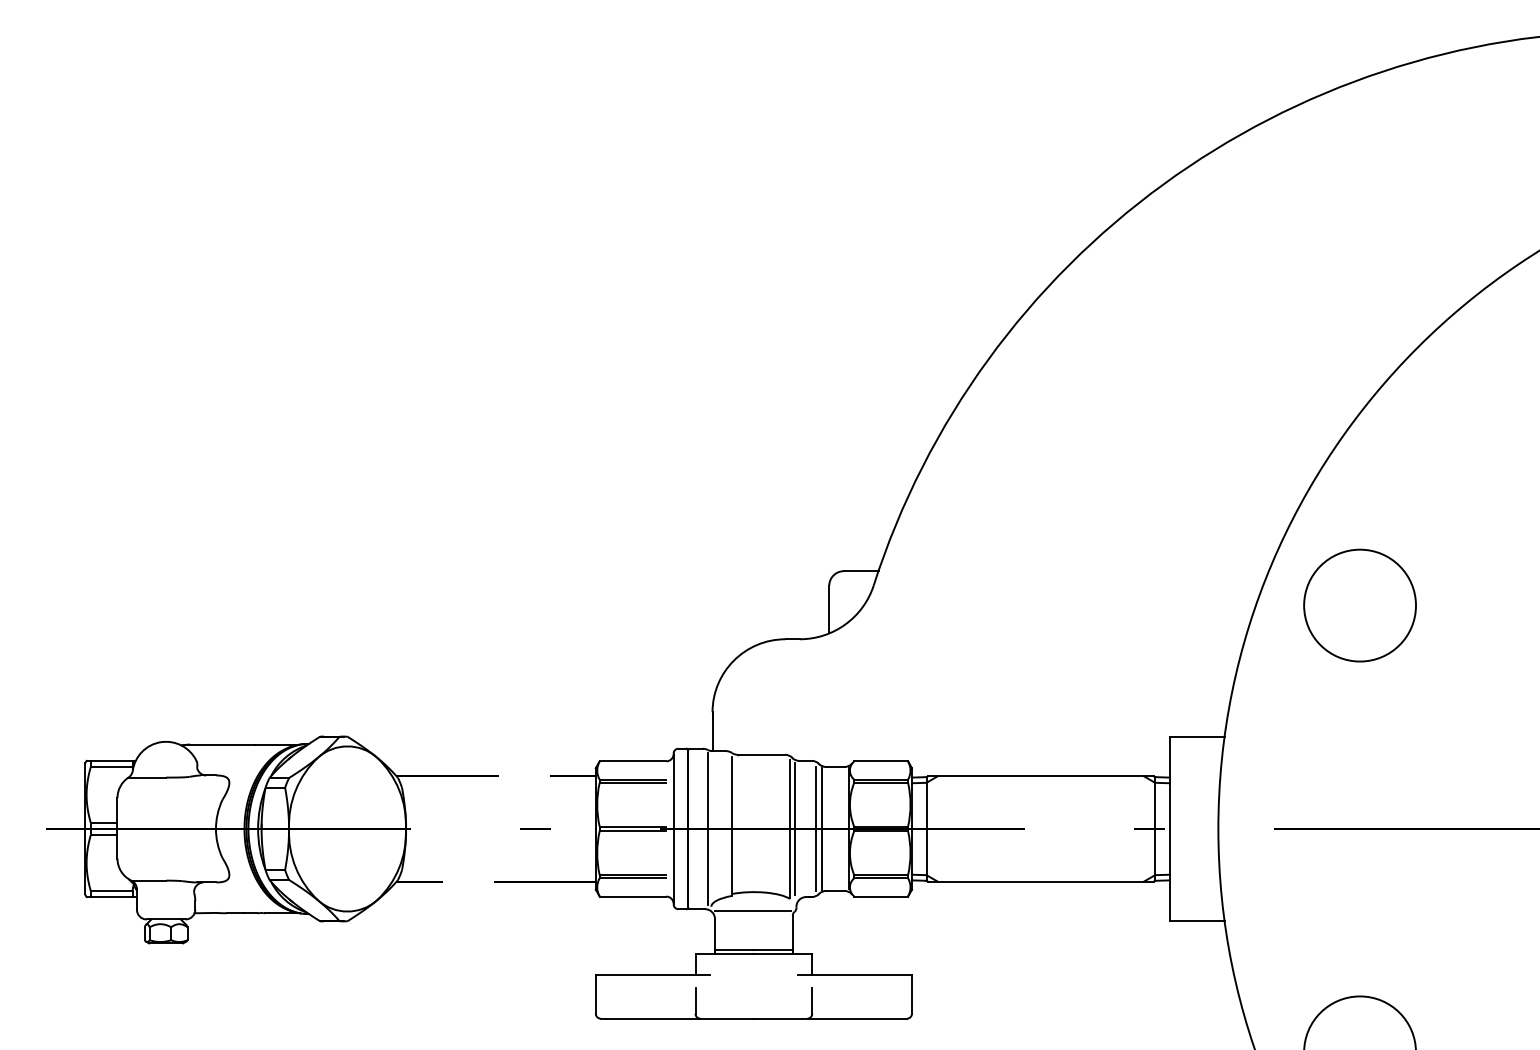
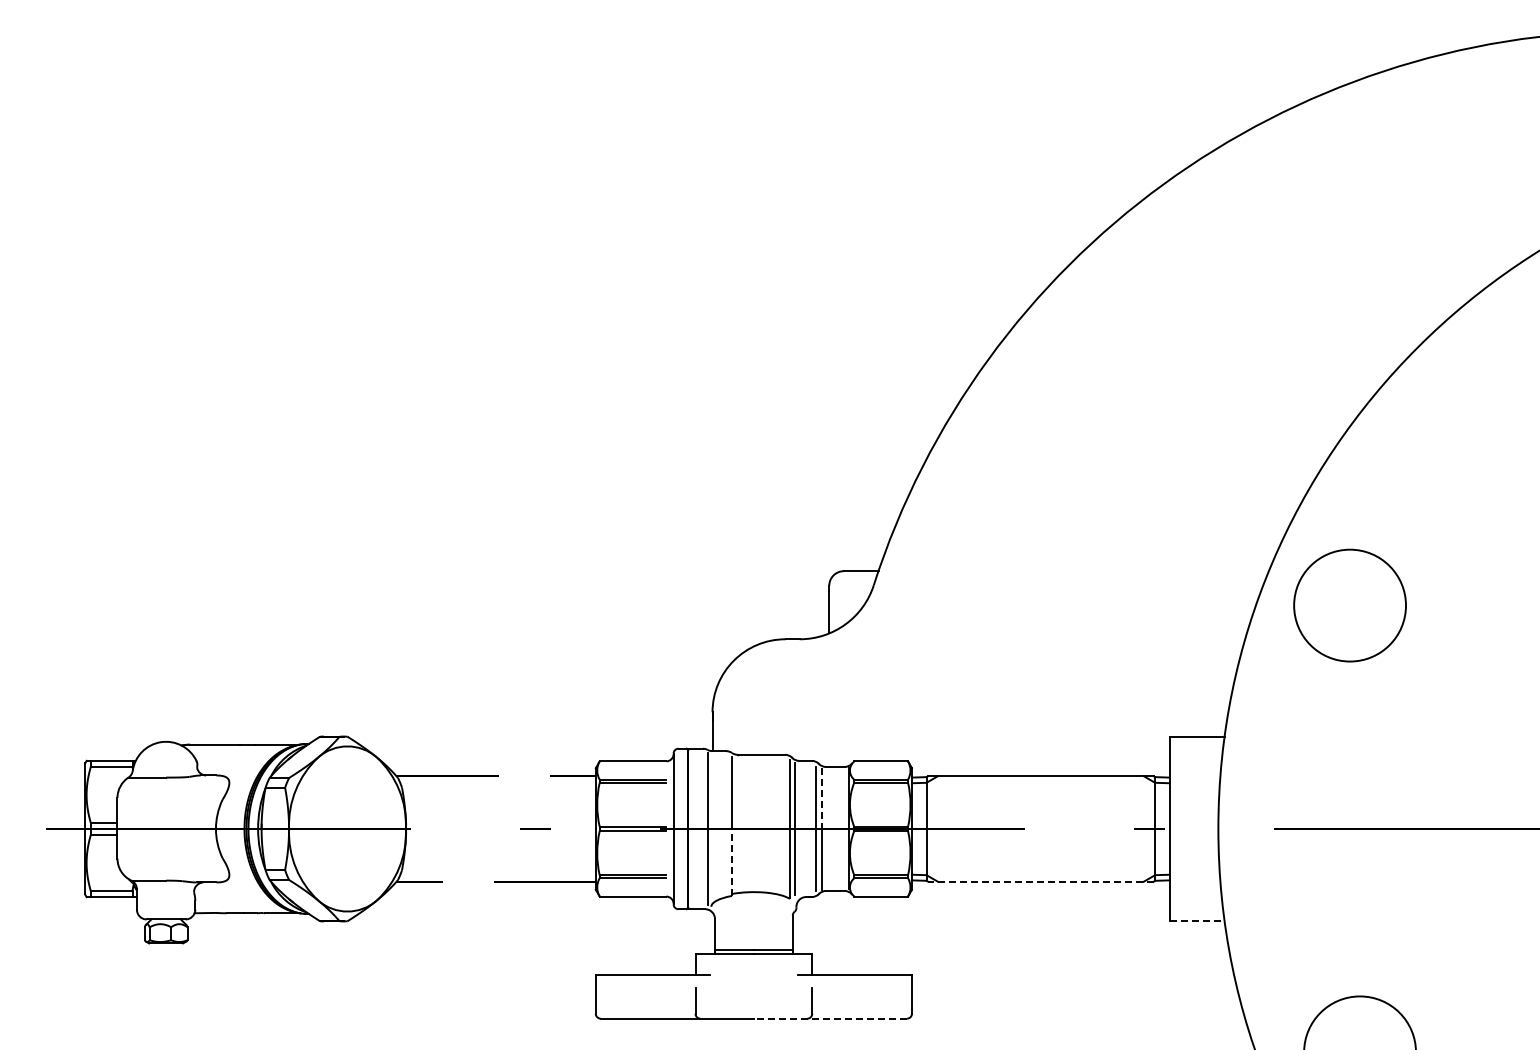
circle at (1359, 605) position: (1359, 605) -> (1349, 605)
line at (821, 799): solid -> dashed
line at (731, 862): solid -> dashed
line at (1040, 881): solid -> dashed
line at (753, 910): present -> none
line at (1197, 921): solid -> dashed
line at (830, 1018): solid -> dashed
